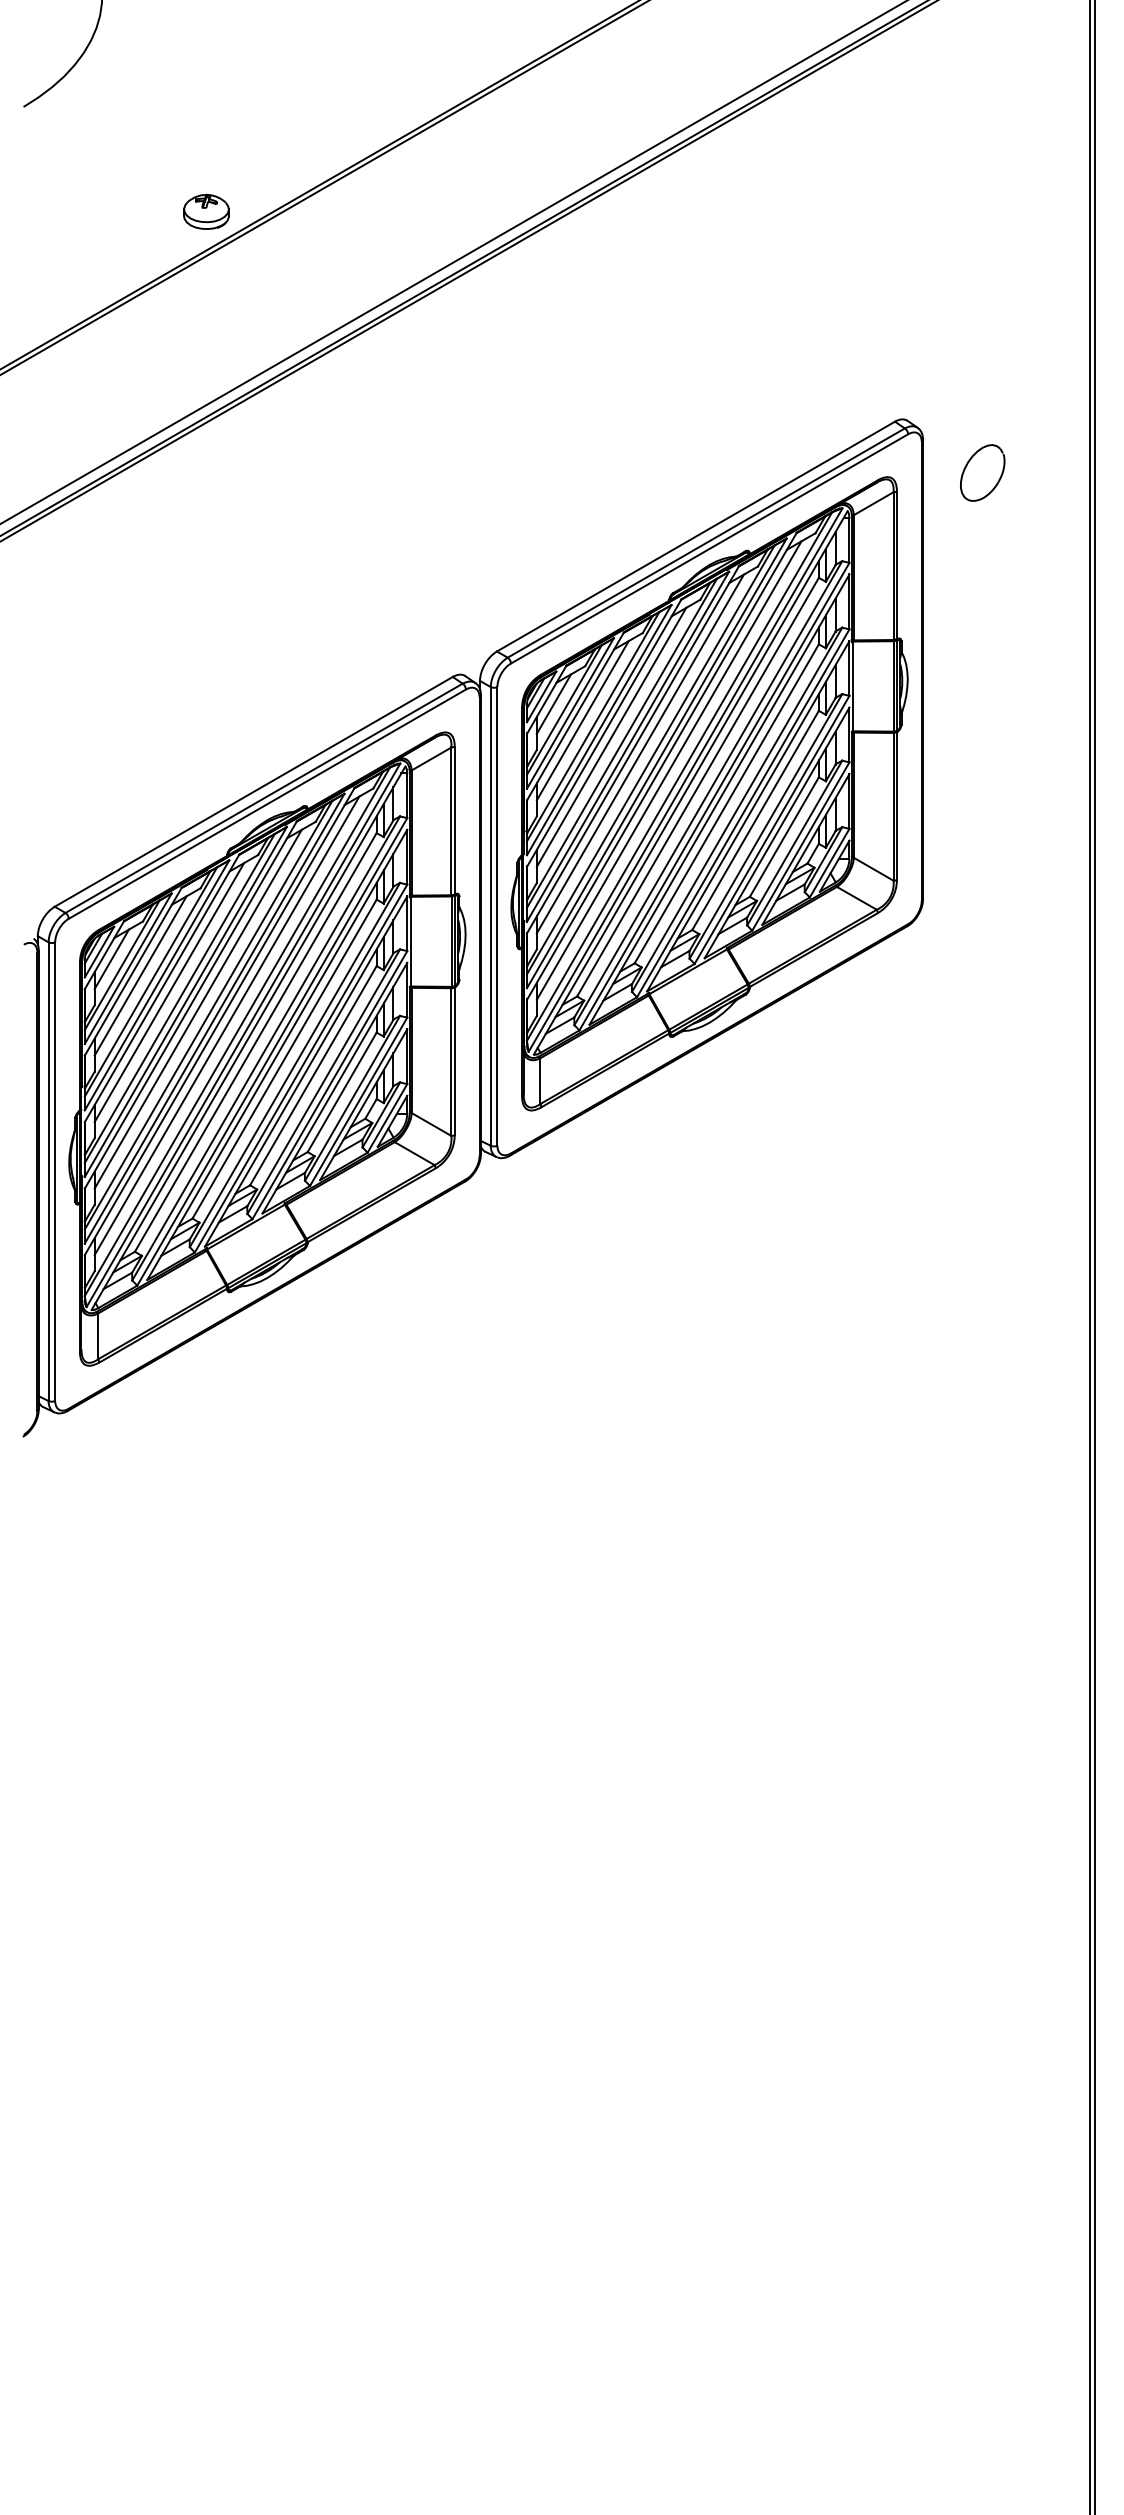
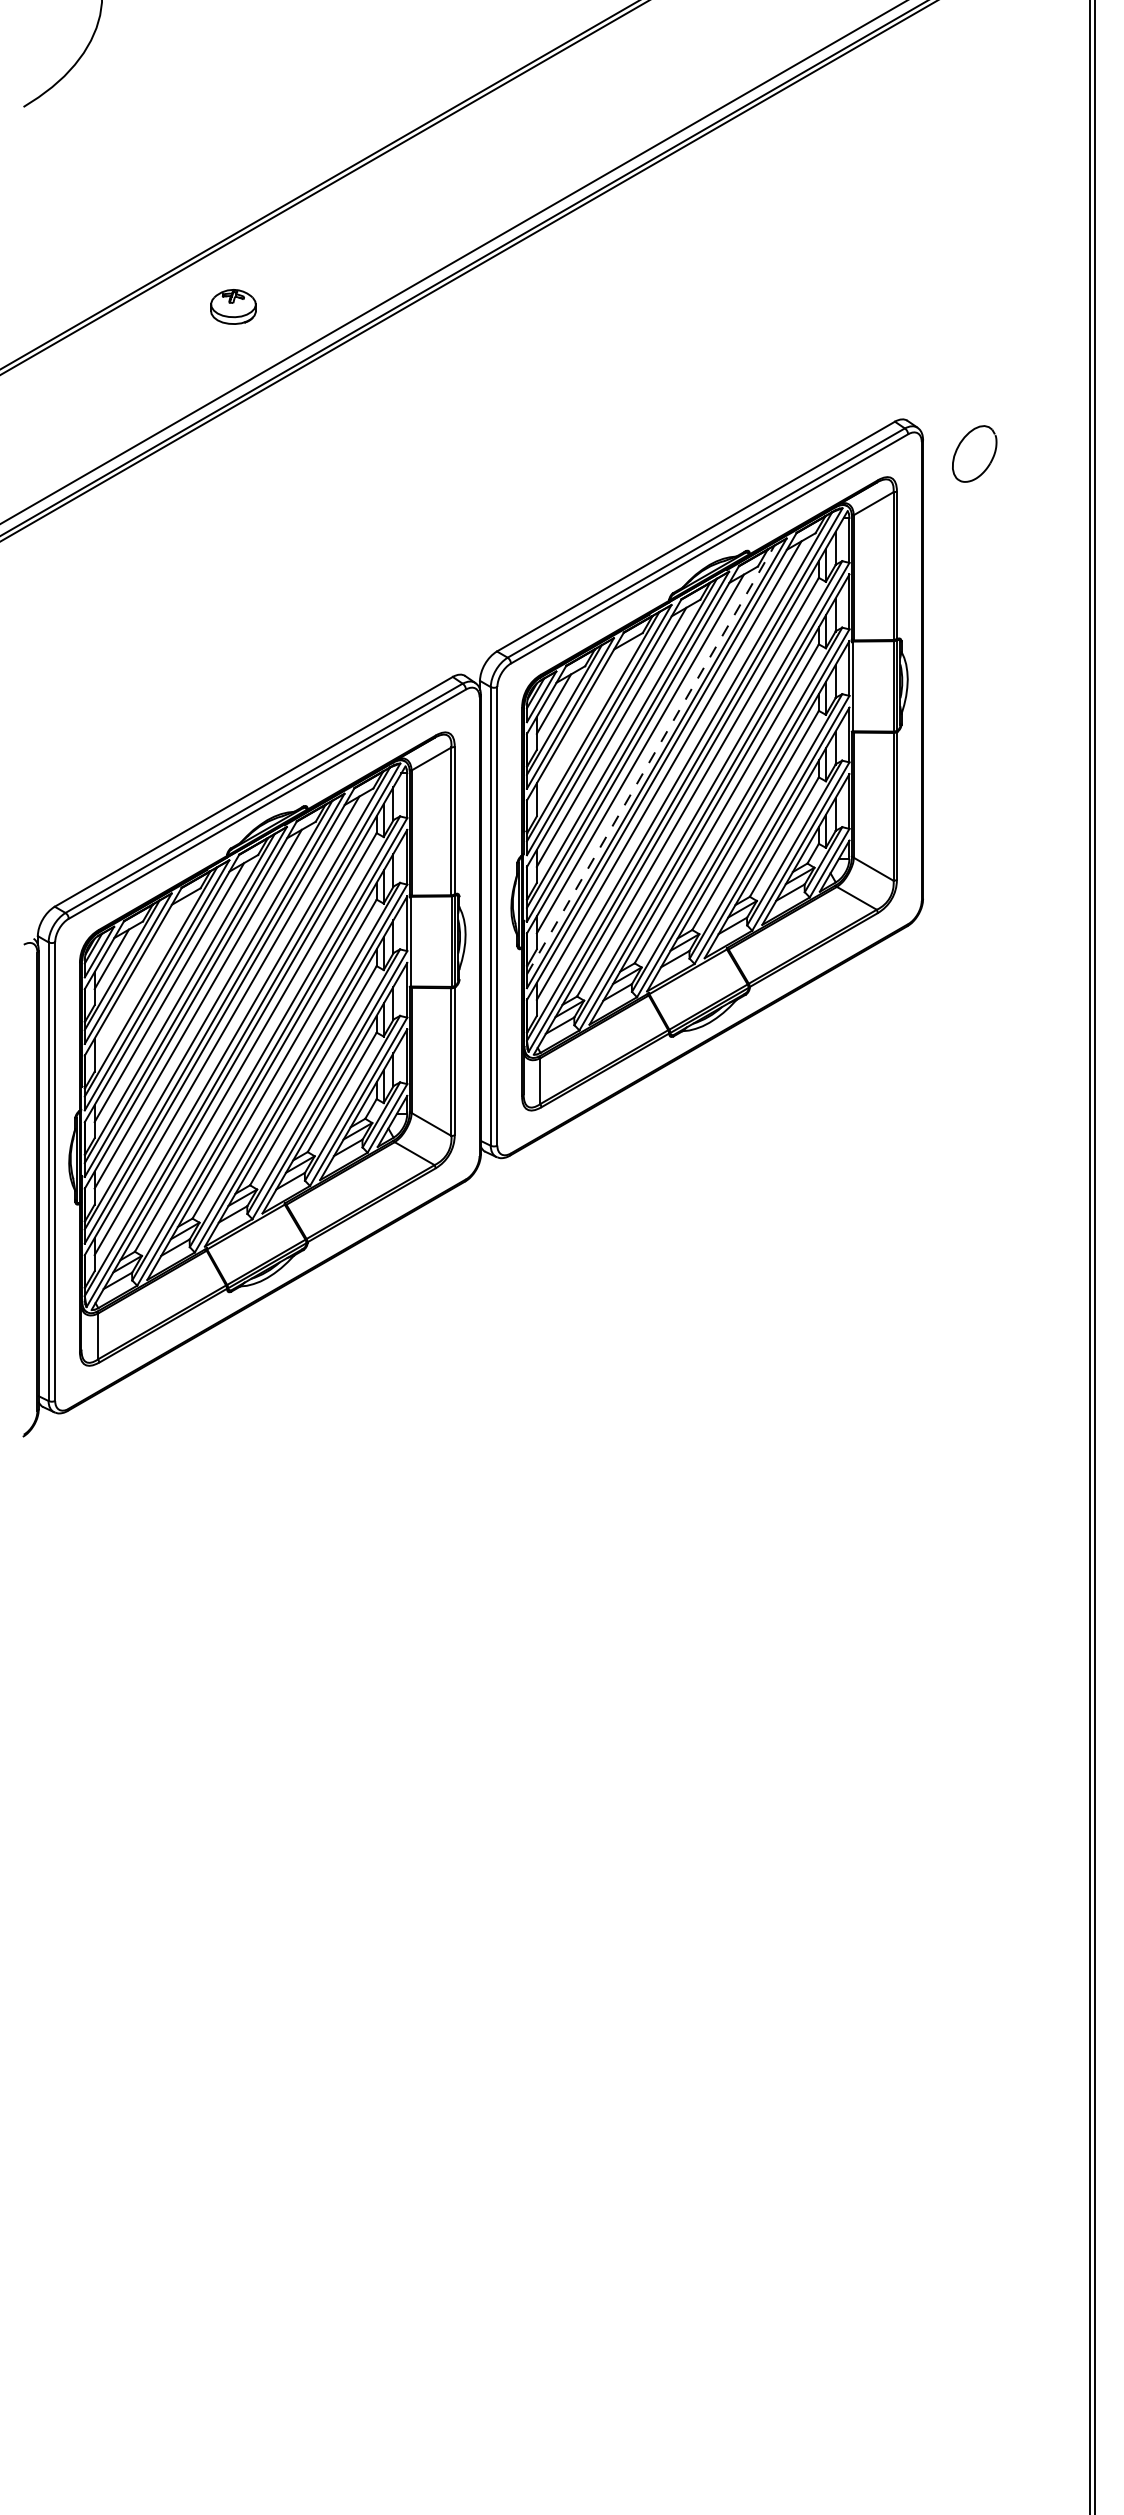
part at (206, 211) position: (206, 211) -> (233, 306)
part at (982, 472) position: (982, 472) -> (974, 453)
line at (582, 720): present -> none
line at (650, 759): solid -> dashed
line at (140, 975): present -> none
